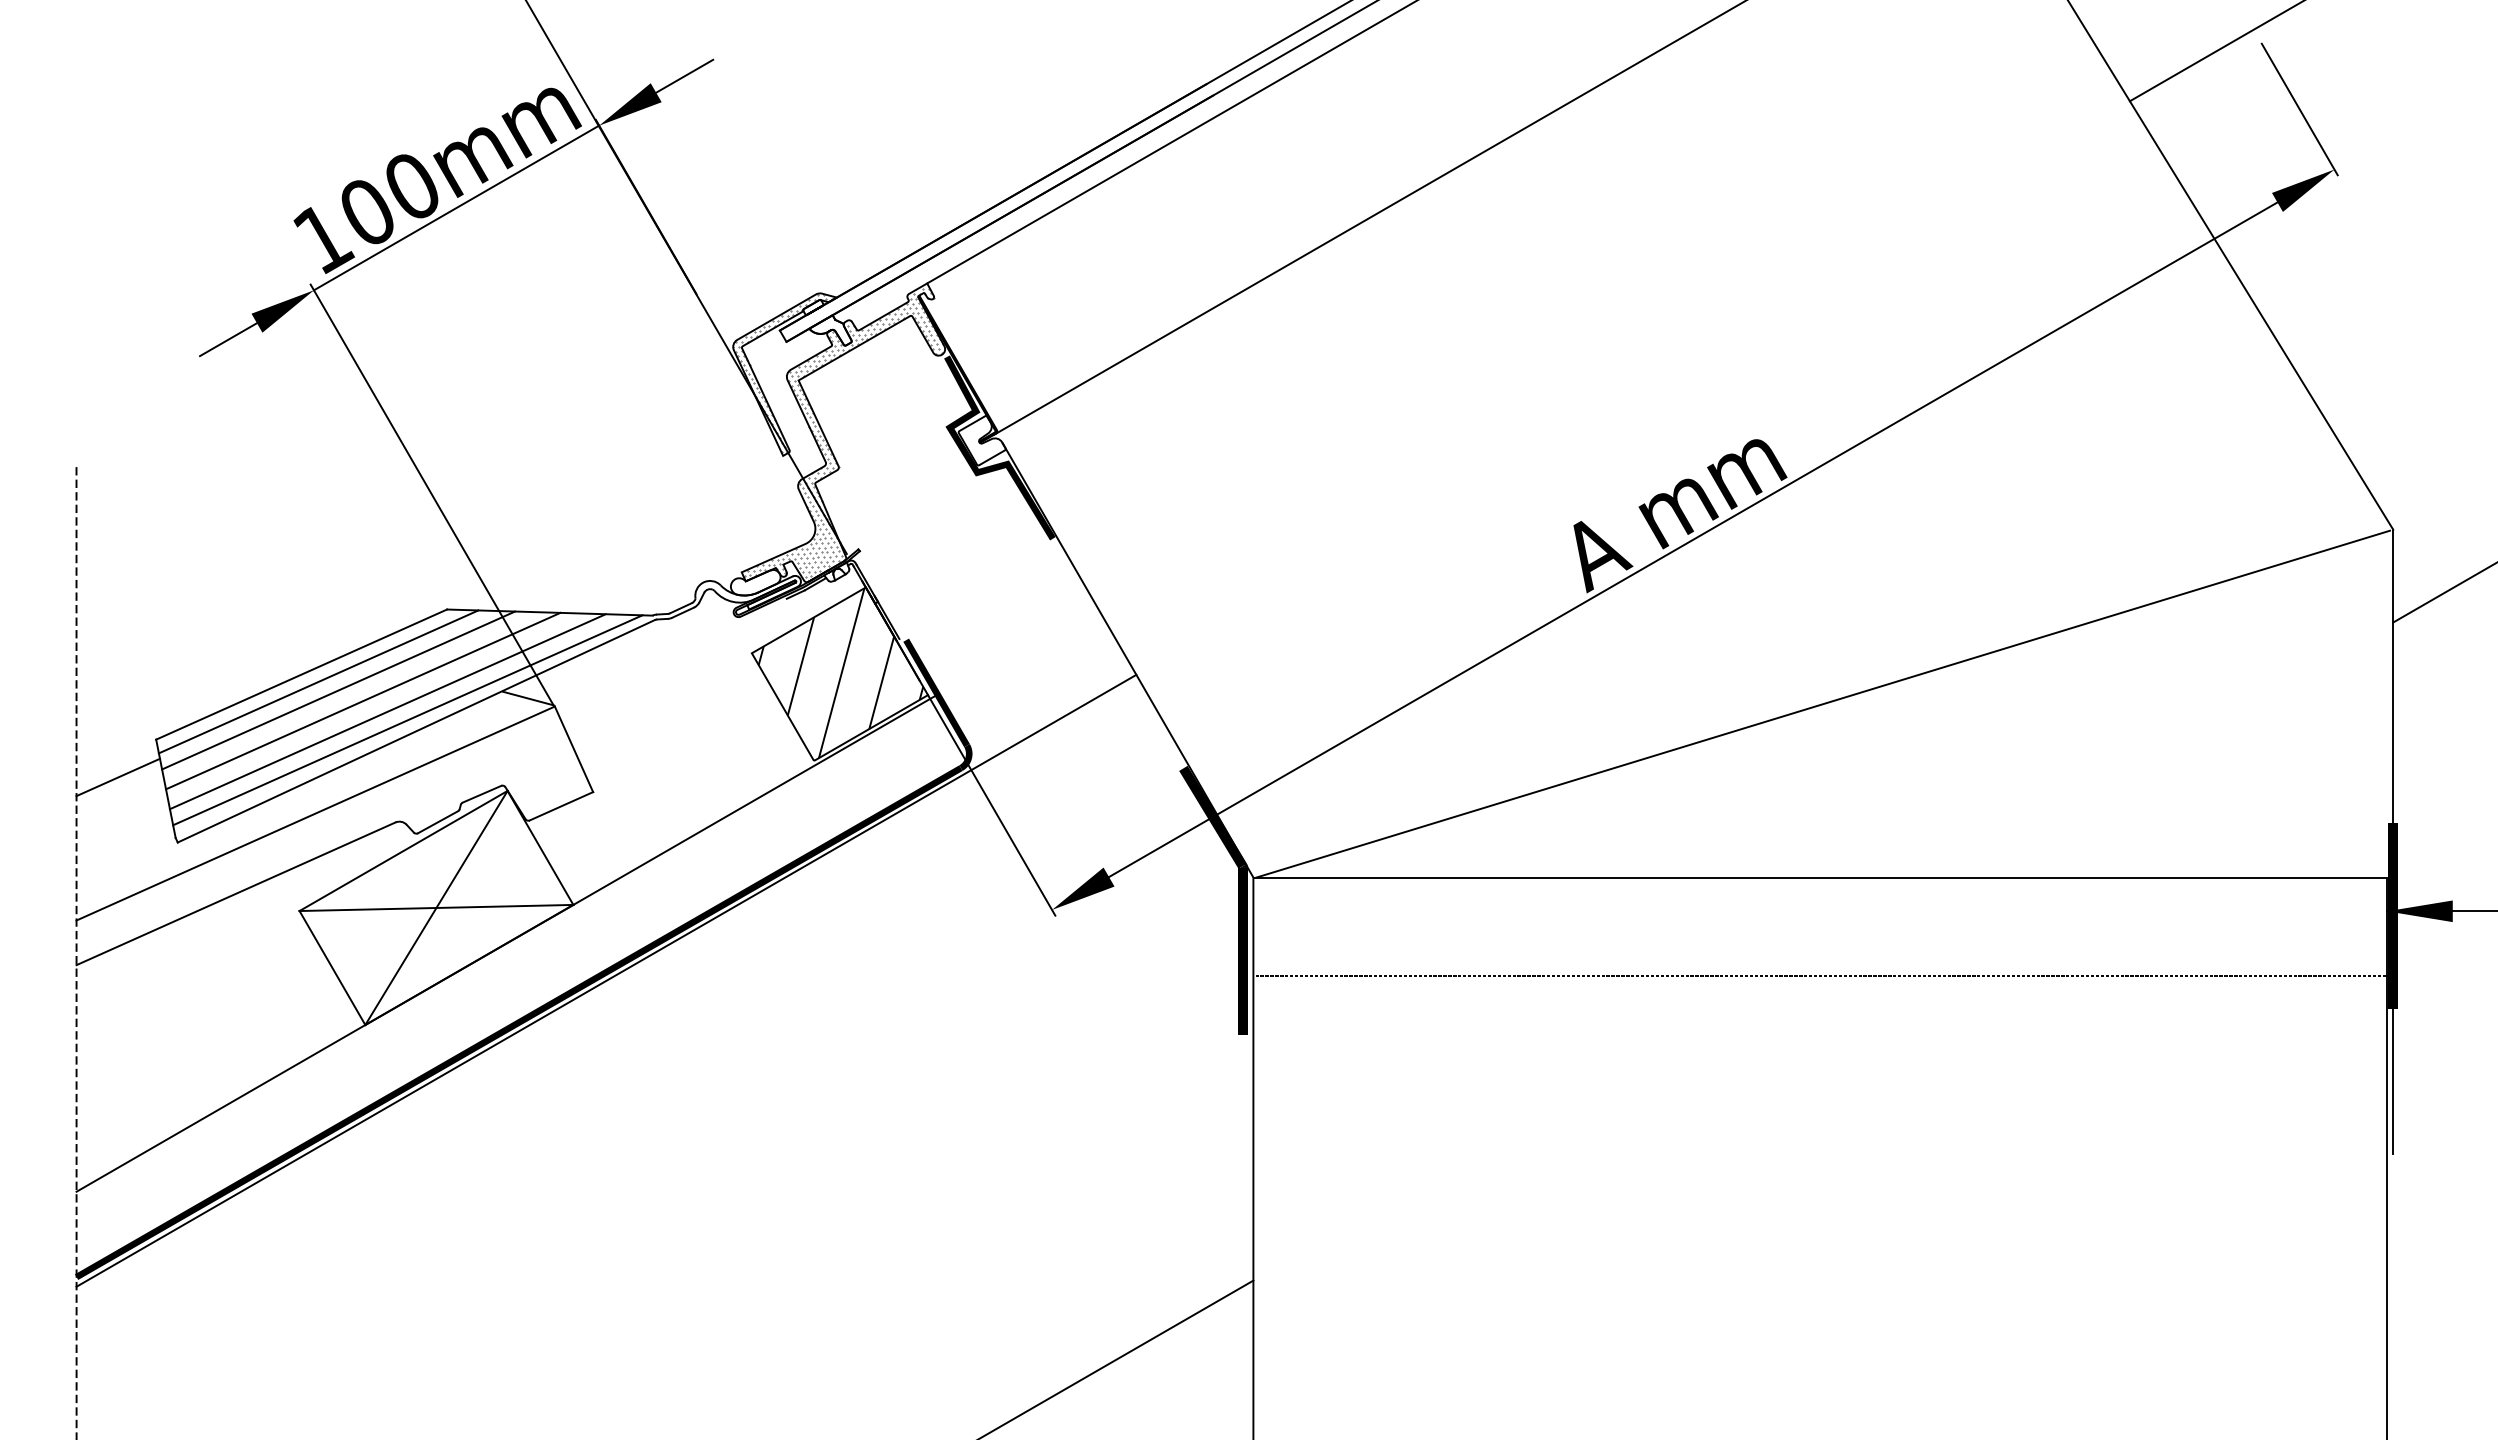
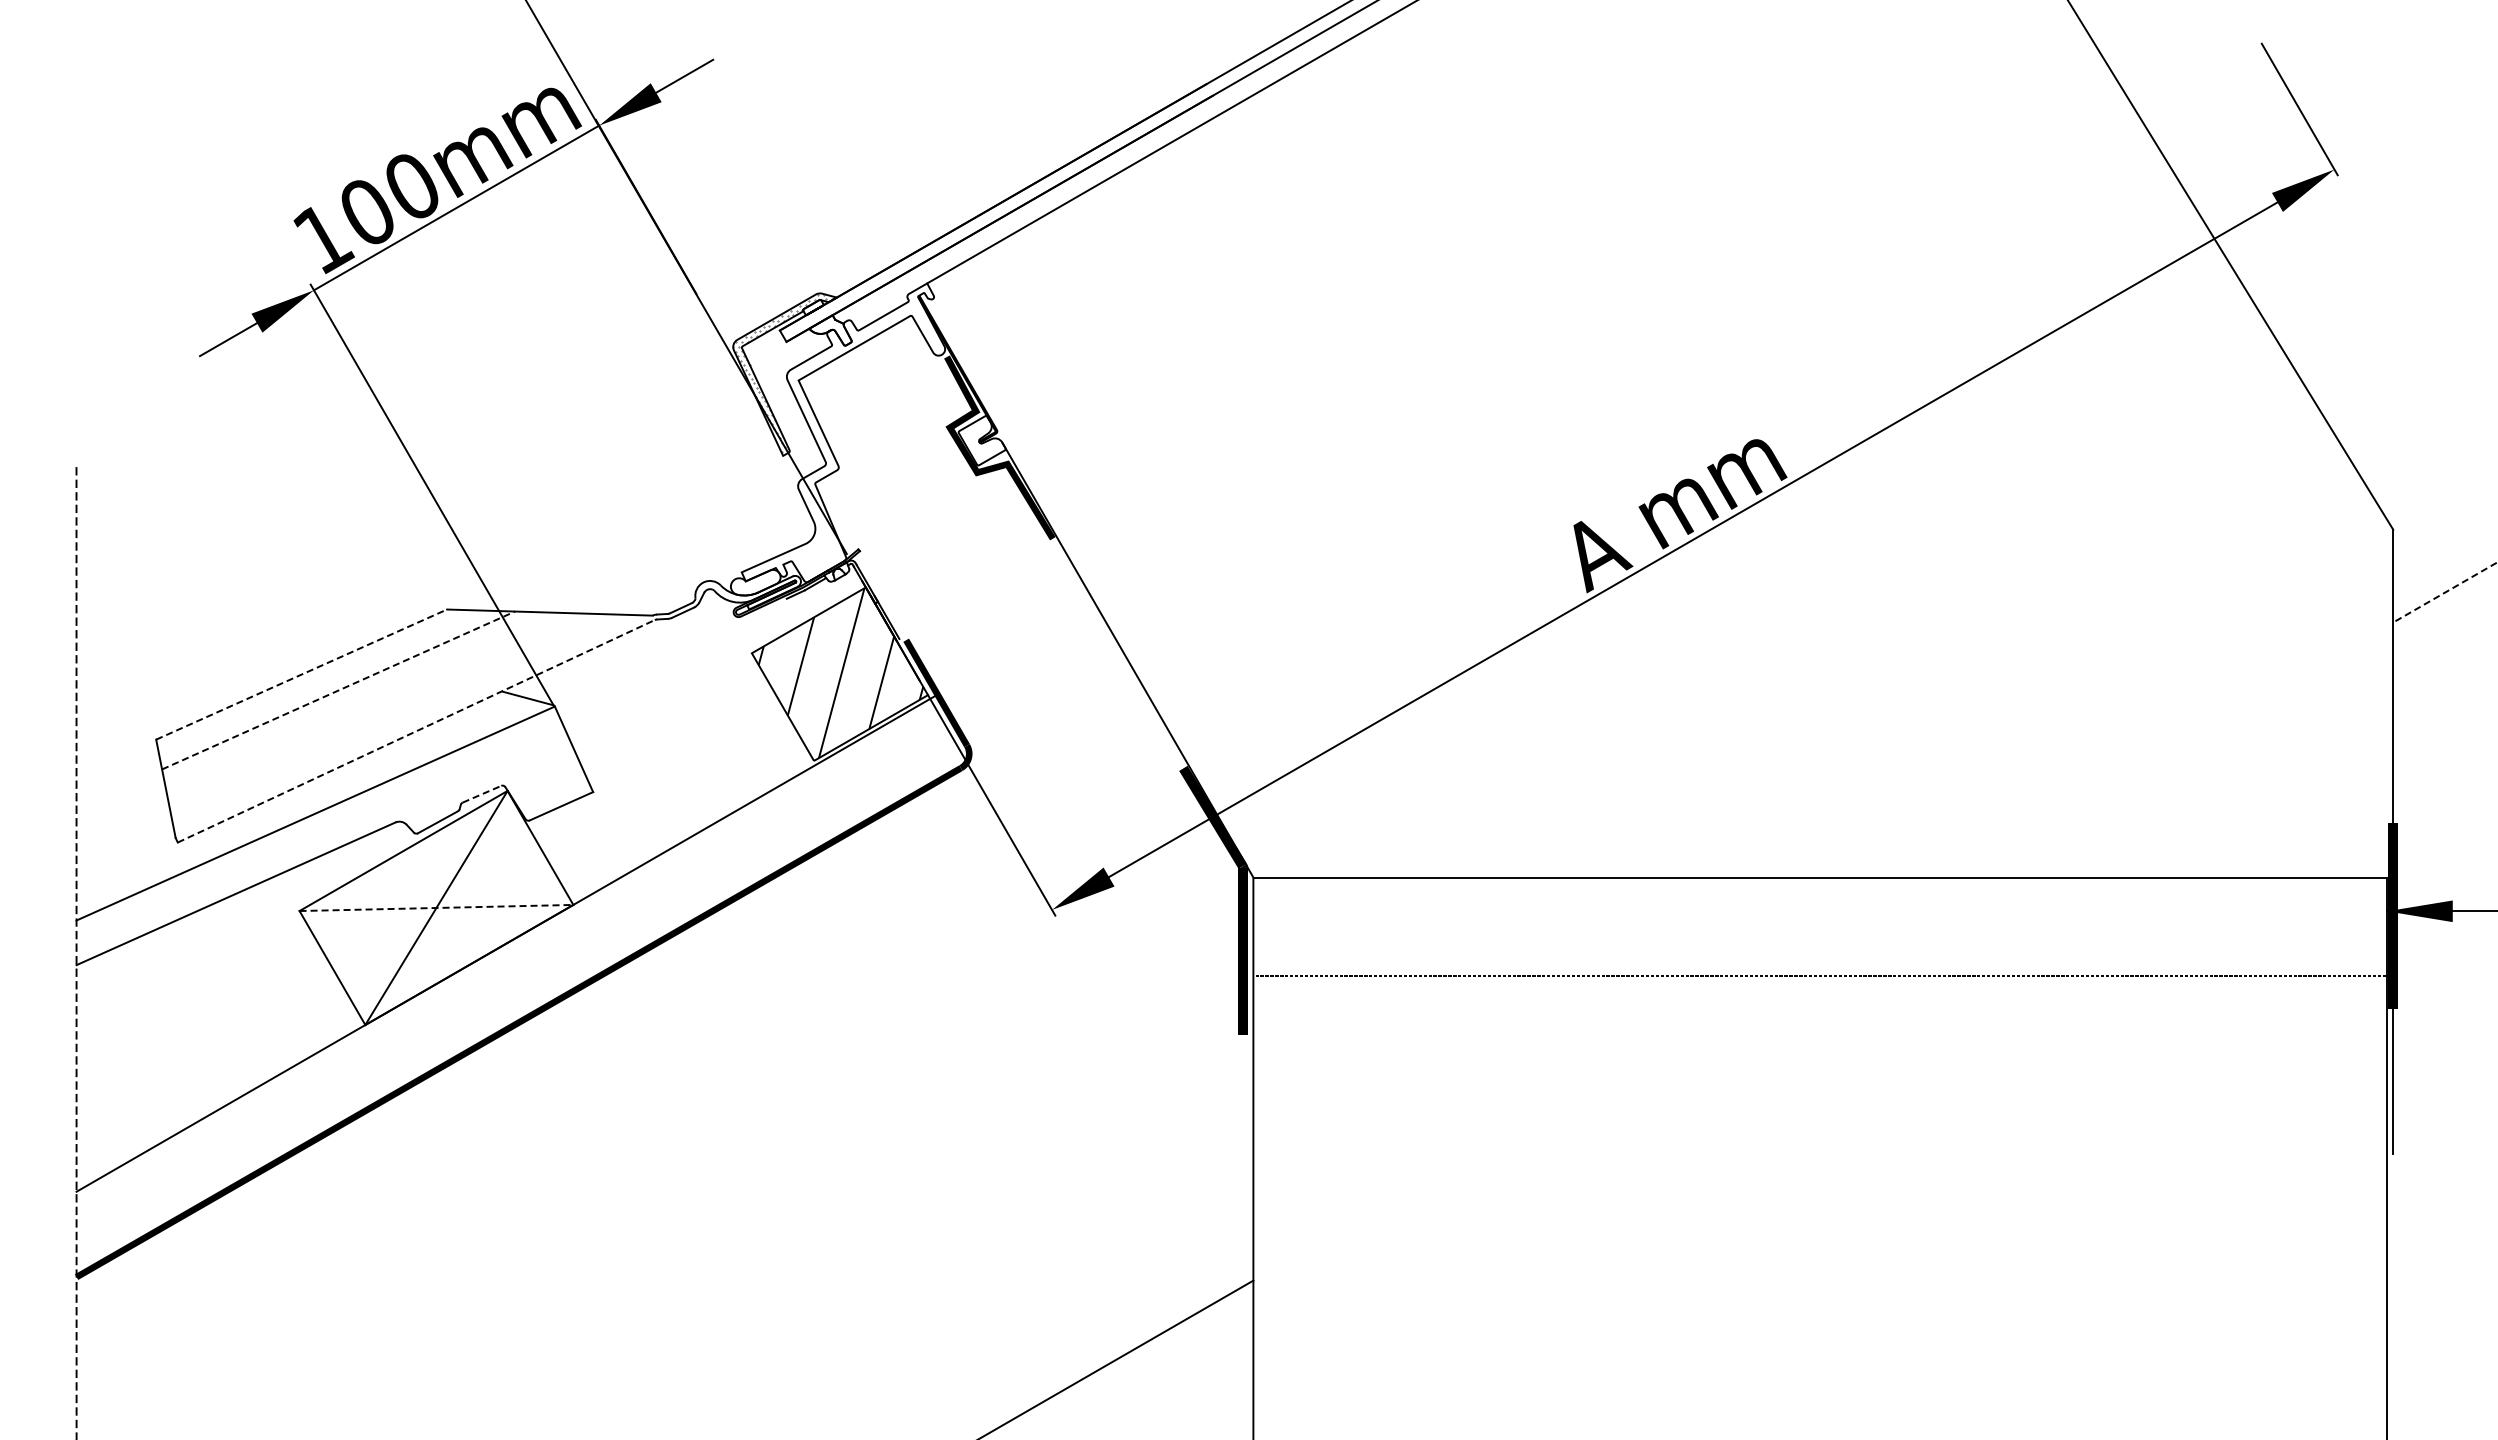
line at (2215, 51): present -> none
line at (1368, 218): present -> none
hatch at (843, 434): present -> none
line at (2445, 592): solid -> dashed
line at (302, 674): solid -> dashed
line at (318, 681): present -> none
line at (339, 690): solid -> dashed
line at (363, 700): present -> none
line at (1823, 703): present -> none
line at (387, 711): present -> none
line at (407, 720): present -> none
line at (416, 731): solid -> dashed
line at (118, 777): present -> none
line at (482, 794): solid -> dashed
line at (436, 907): solid -> dashed
line at (606, 980): present -> none
